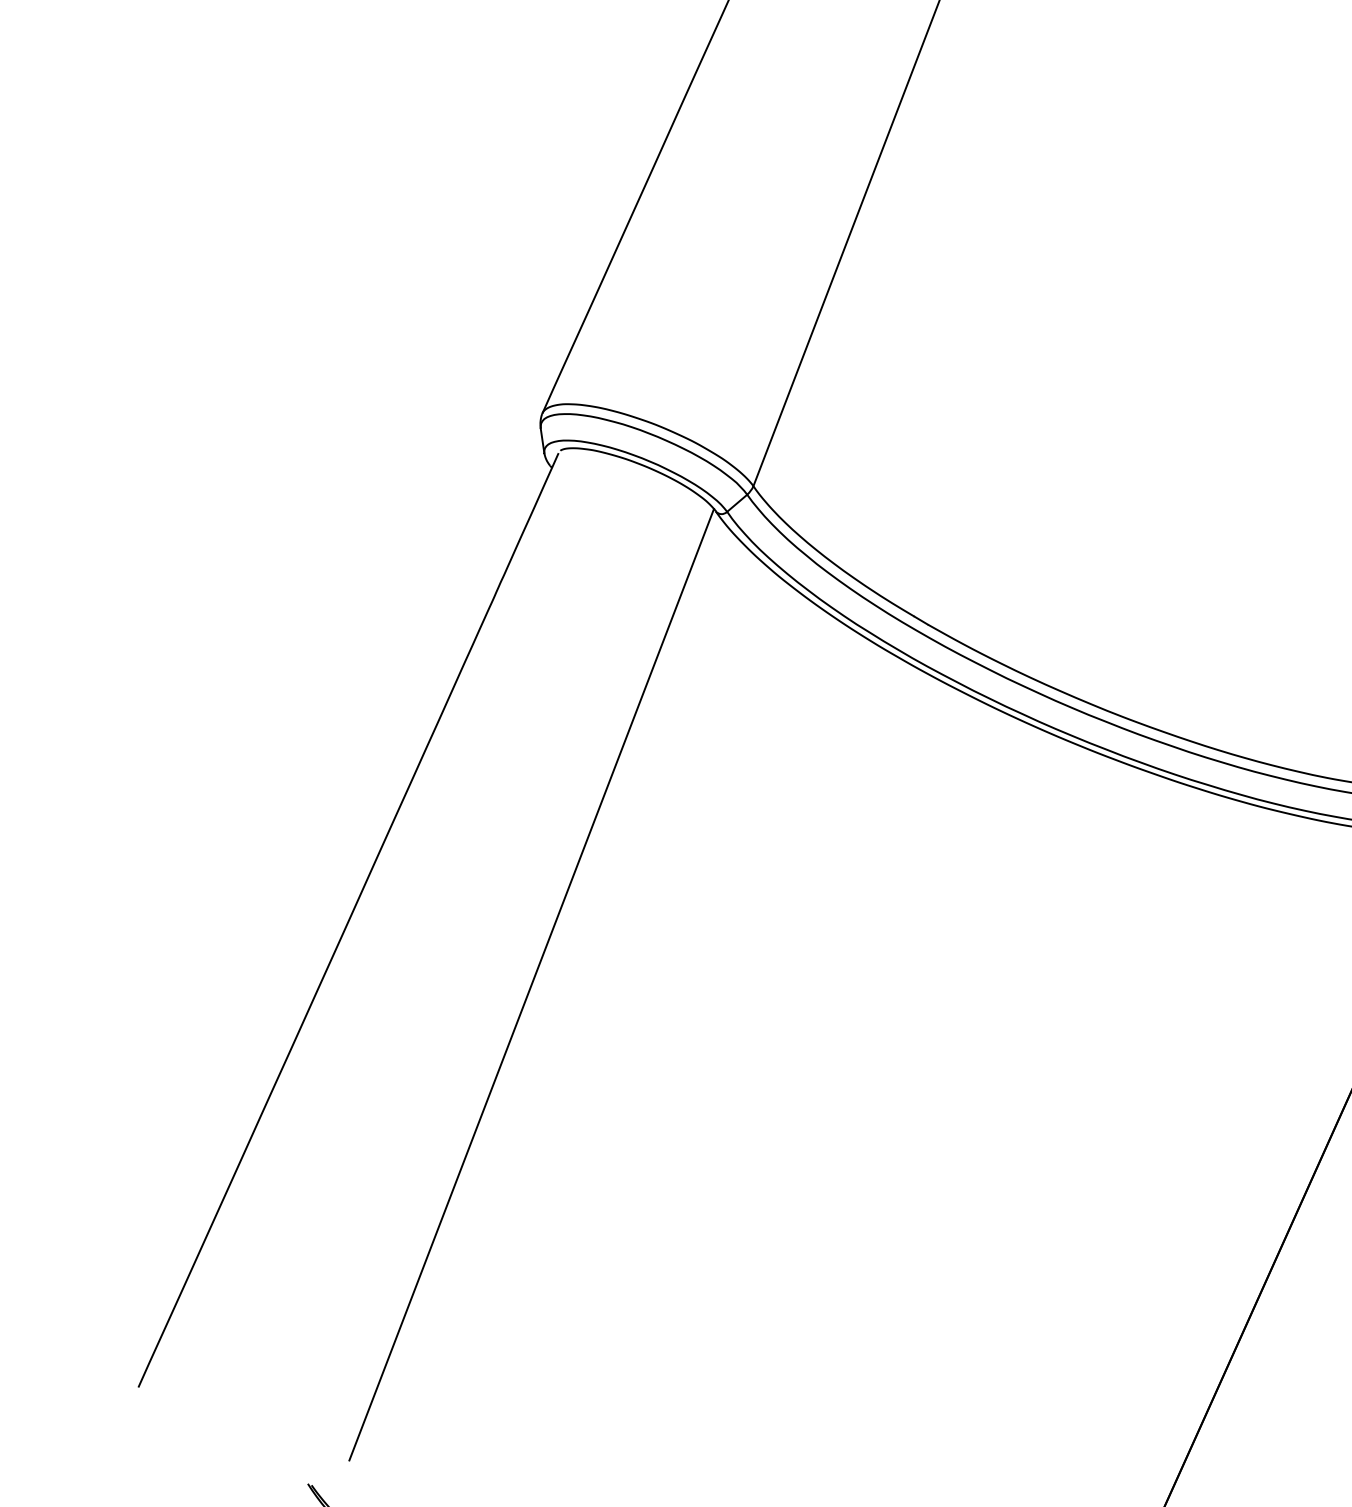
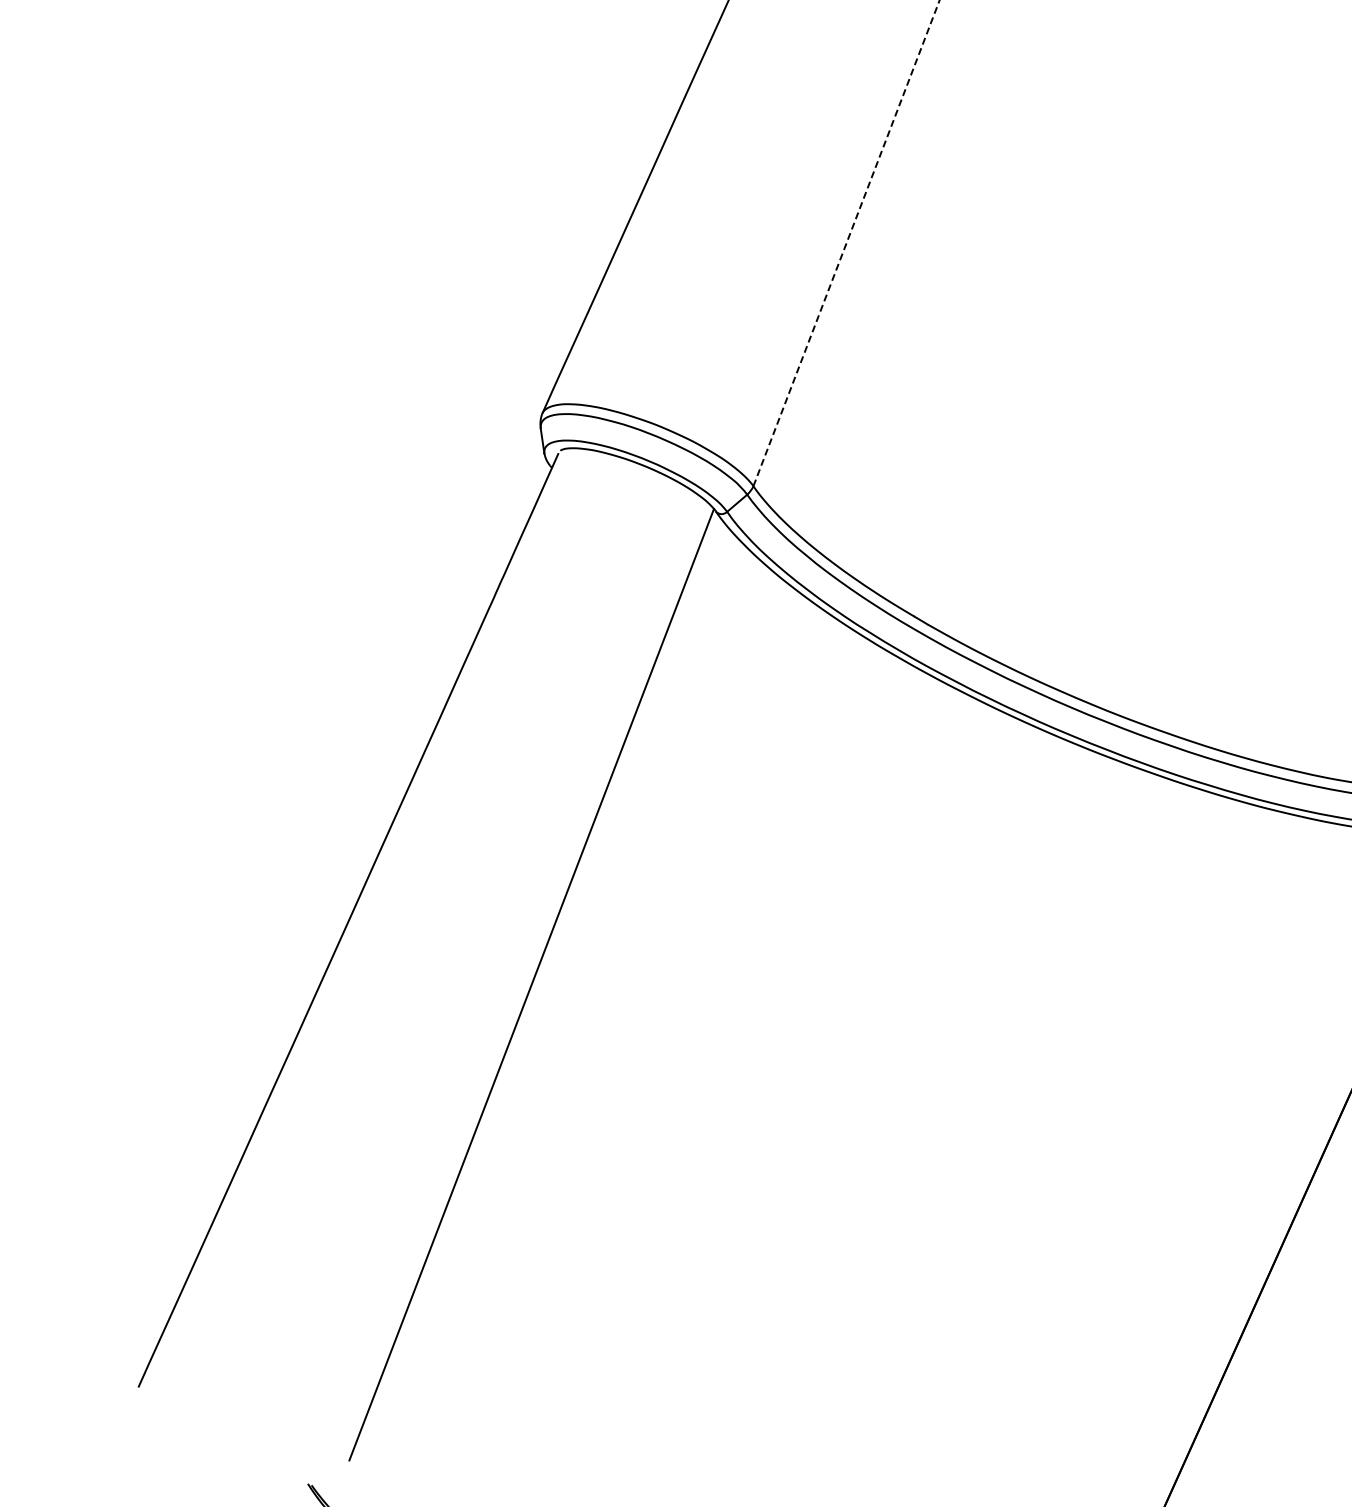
line at (846, 242): solid -> dashed
